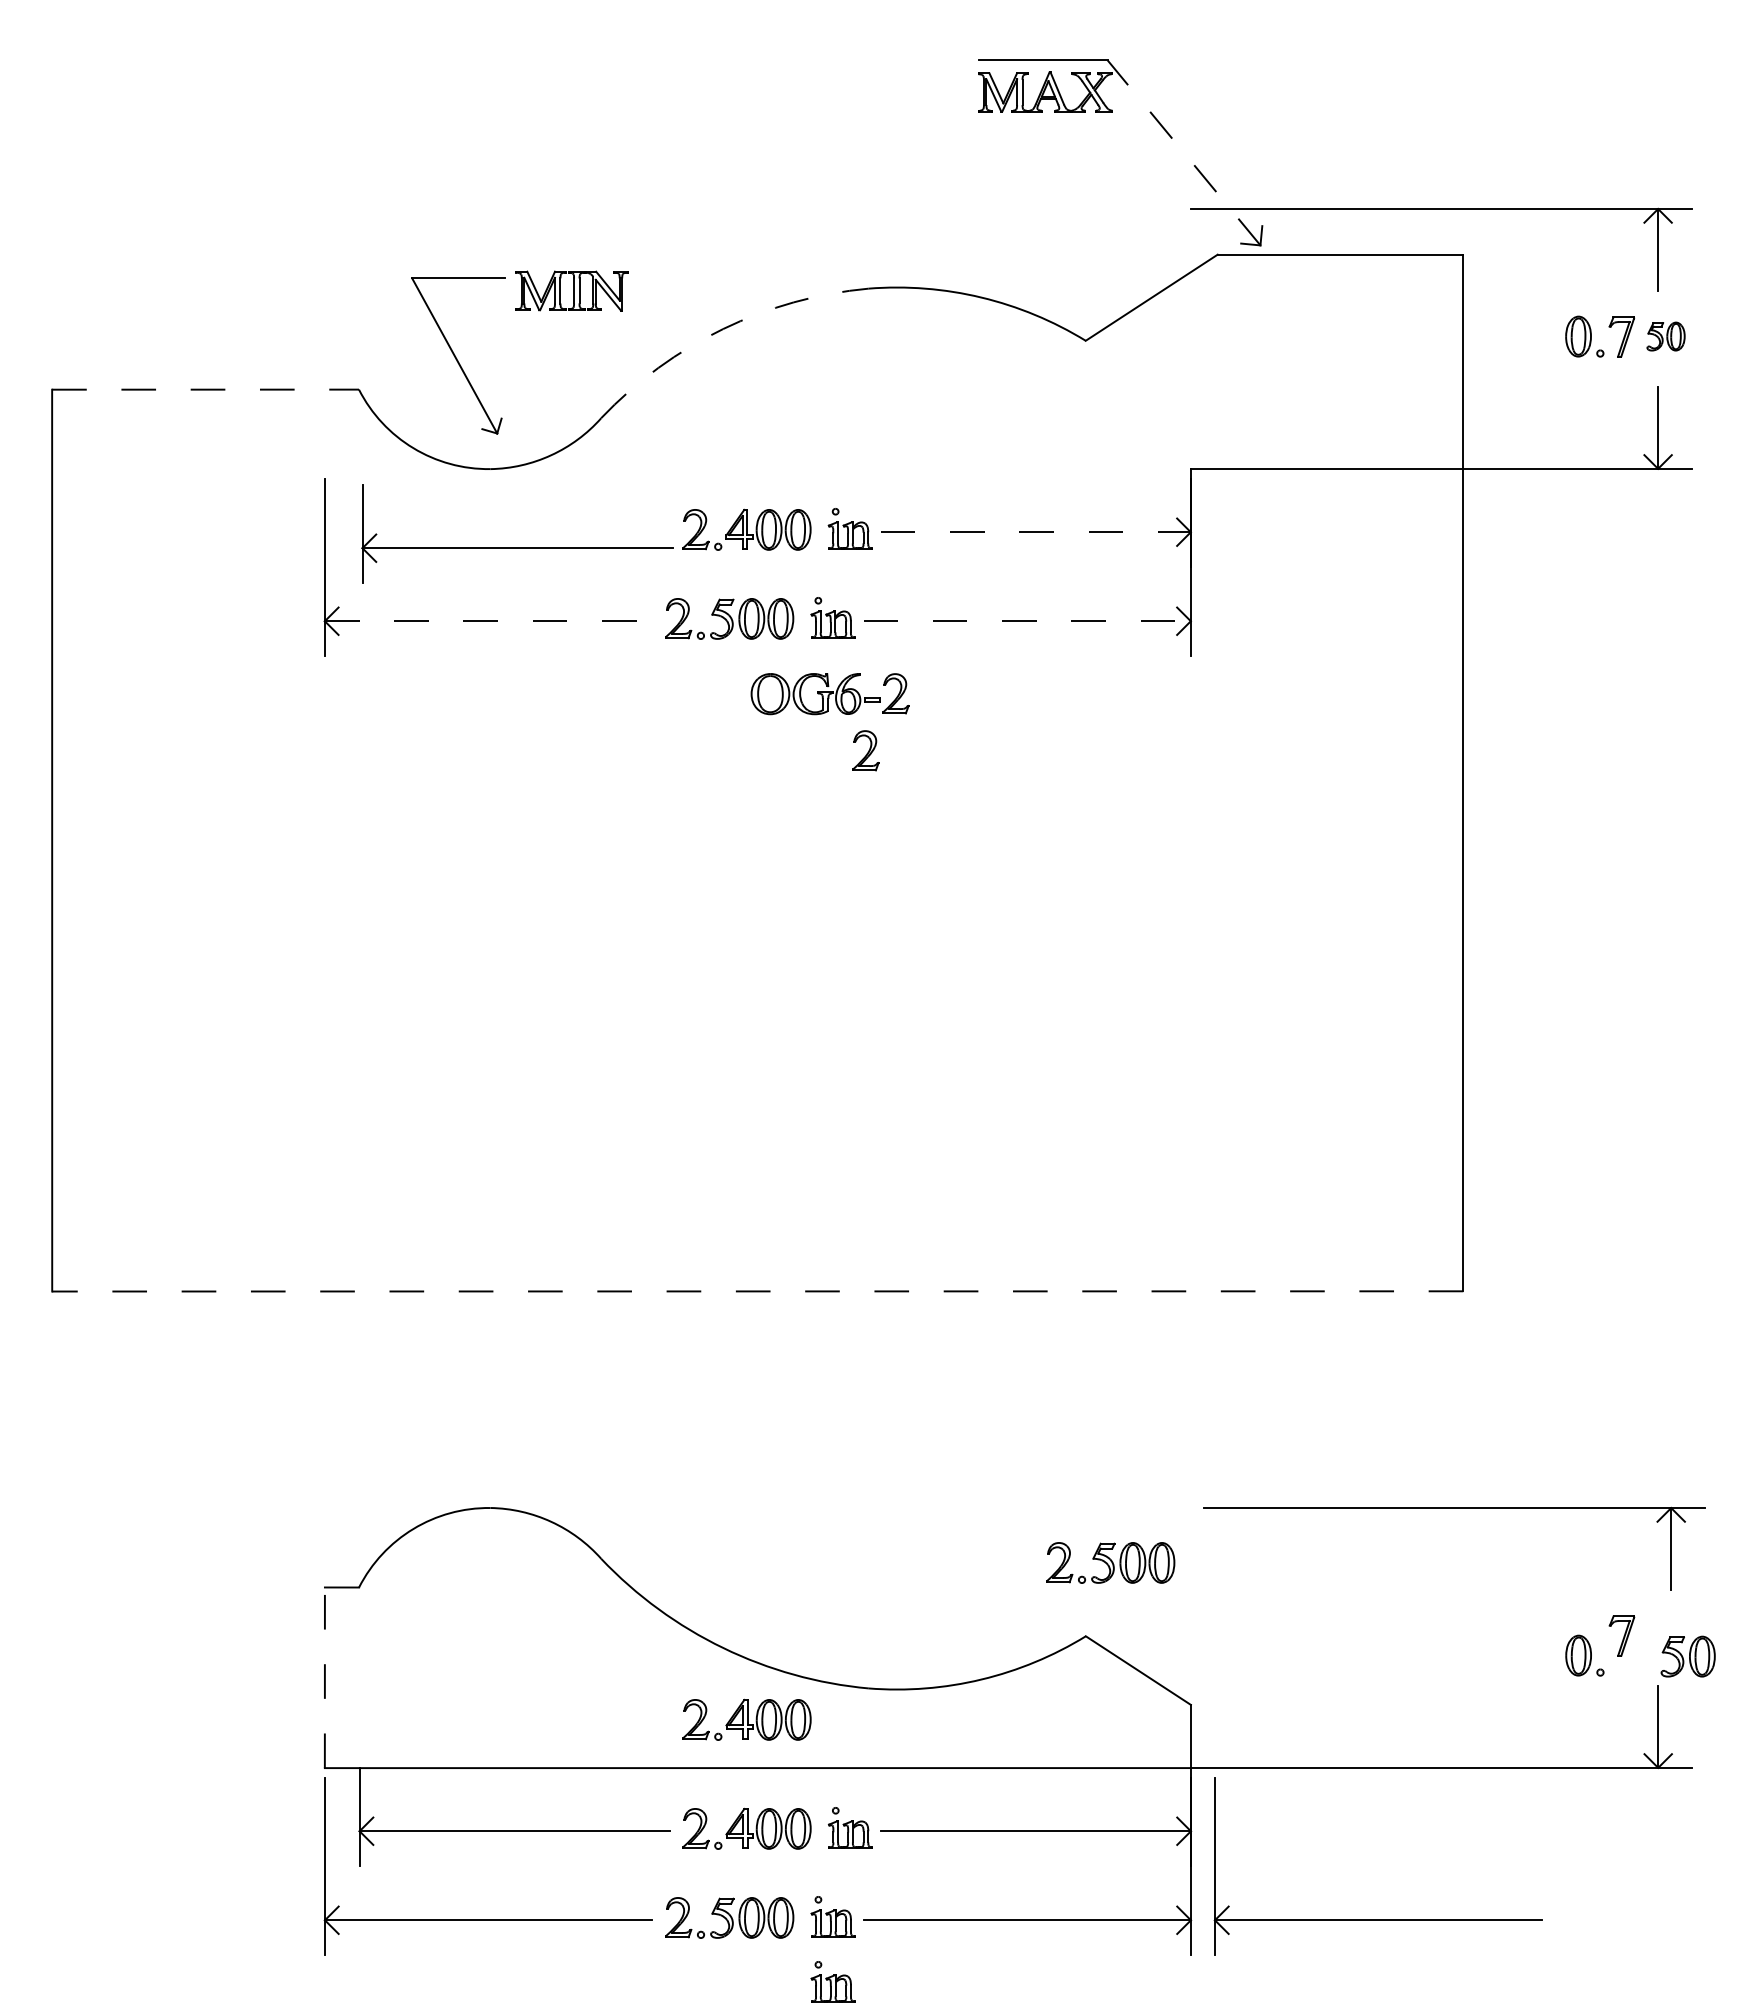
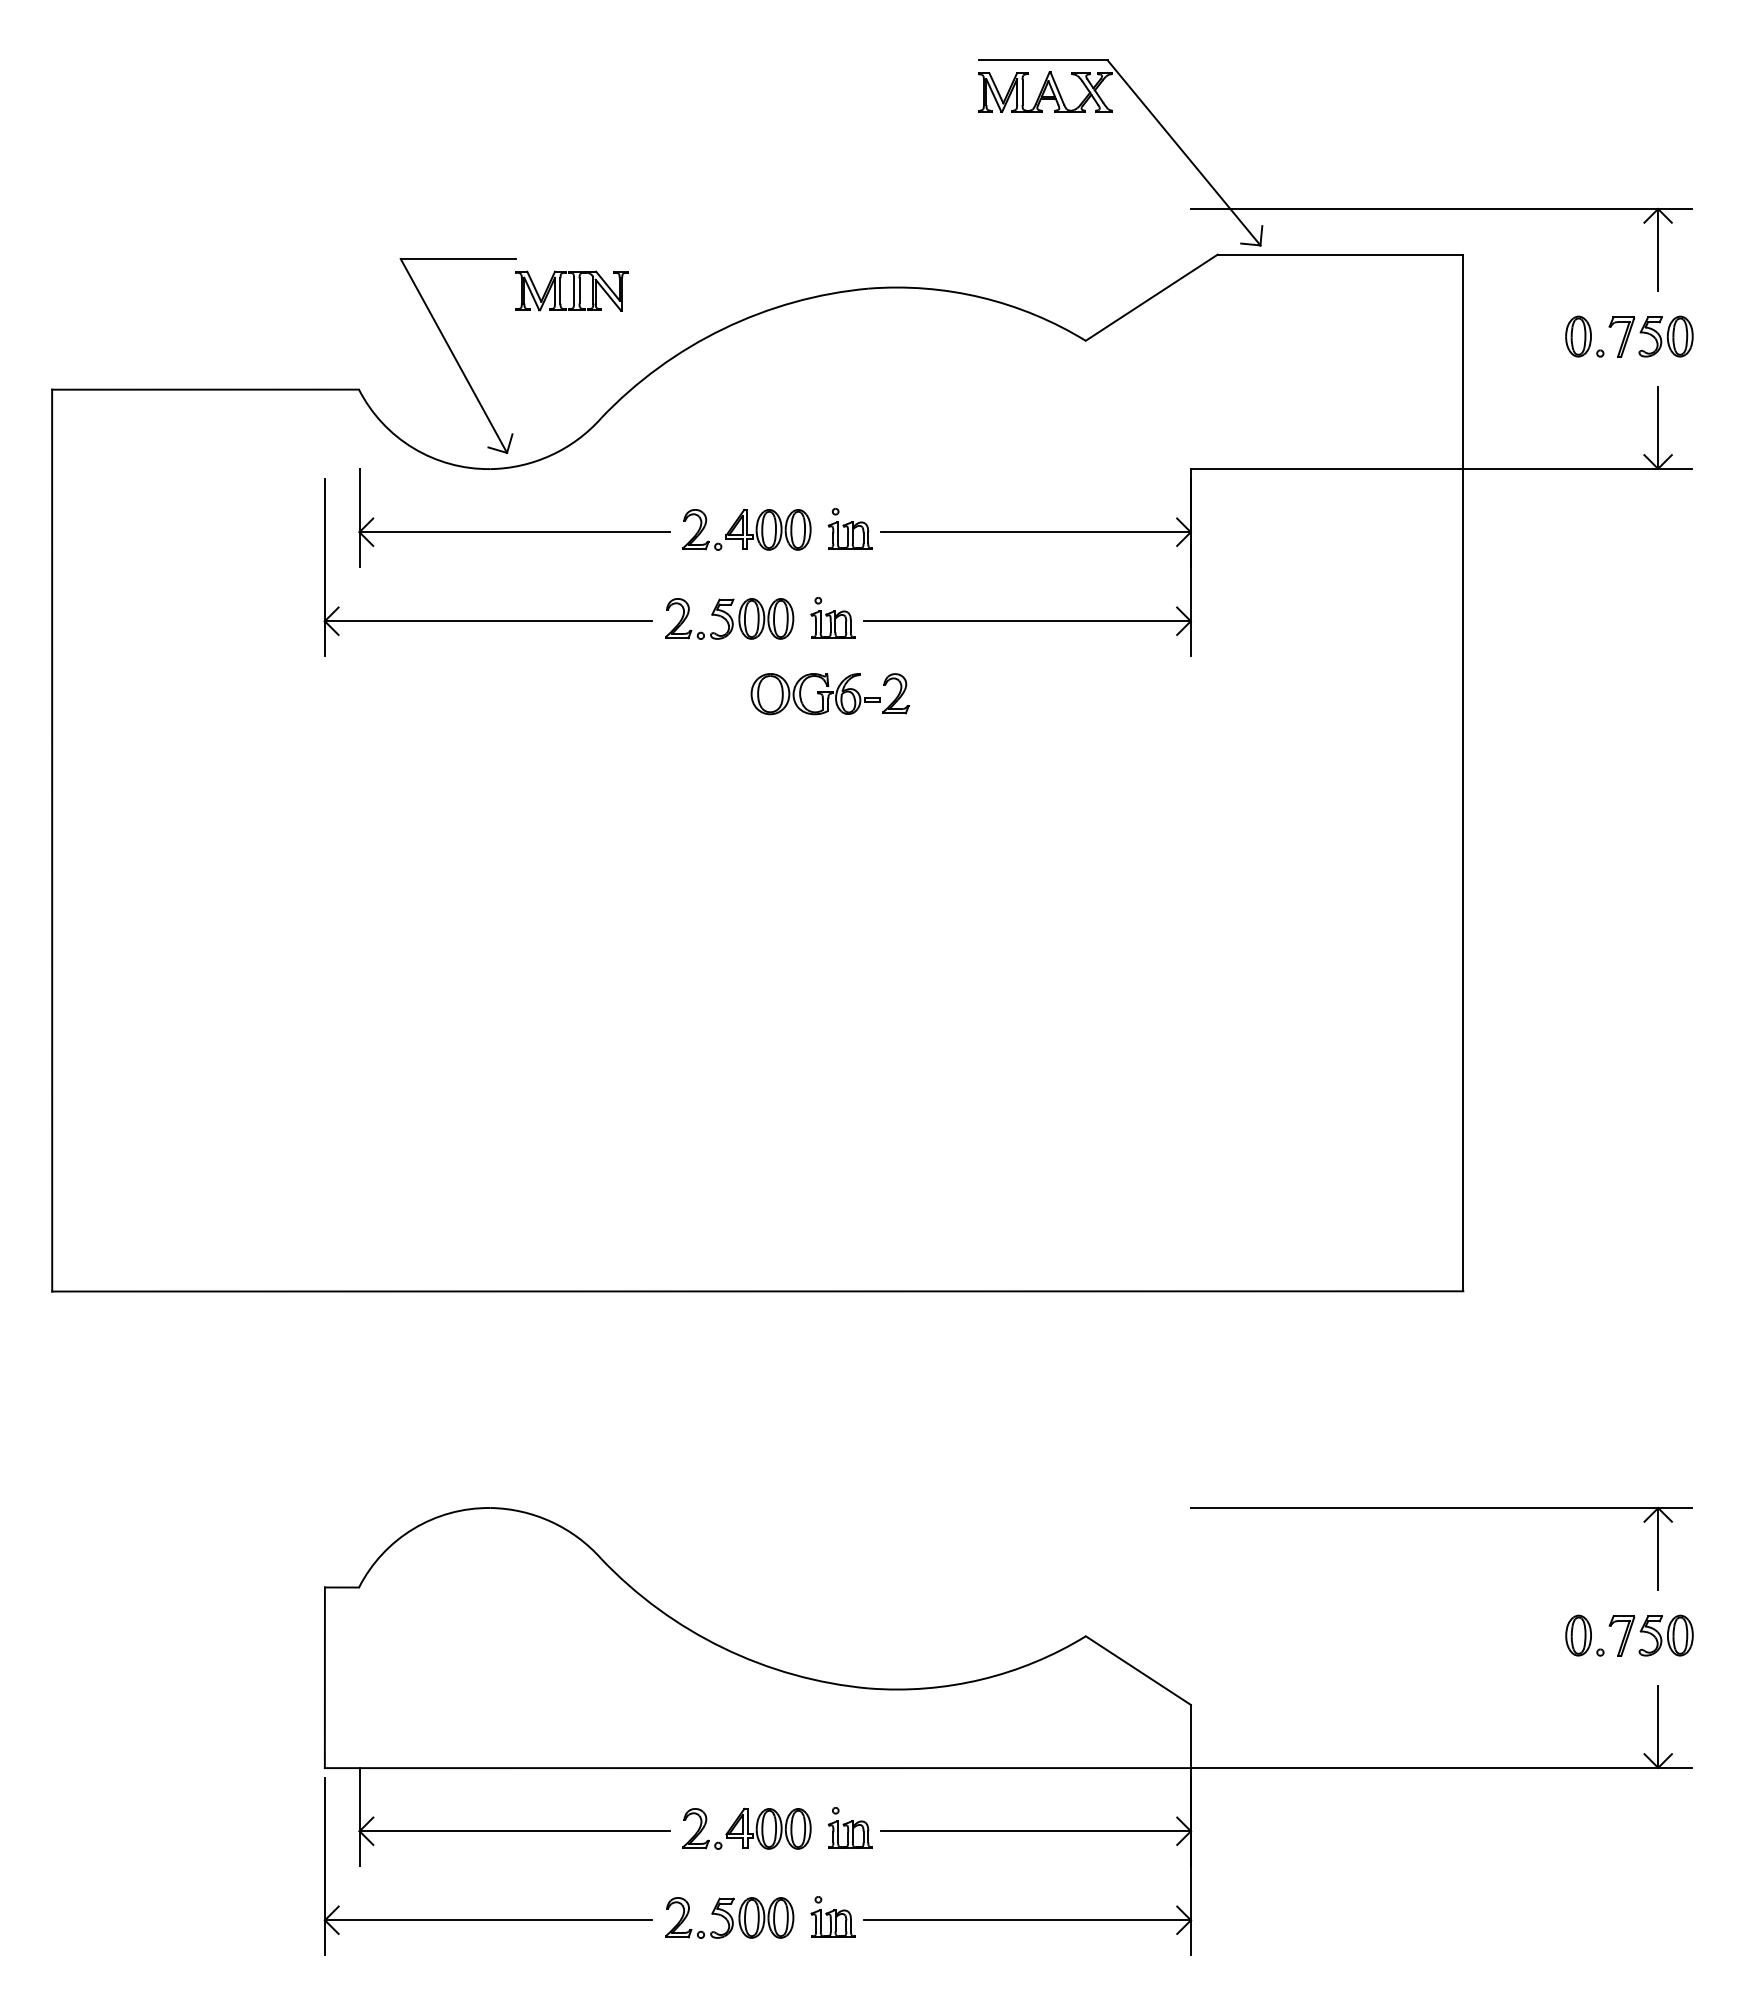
line at (1184, 152): dashed -> solid
arc at (723, 329): dashed -> solid
part at (1665, 336) size: 40x31 px -> 56x43 px
part at (458, 355) size: 95x158 px -> 118x196 px
line at (206, 389): dashed -> solid
line at (1036, 532): dashed -> solid
part at (517, 547) position: (517, 547) -> (514, 531)
line at (488, 621): dashed -> solid
line at (1027, 621): dashed -> solid
part at (865, 750): present -> none
line at (757, 1291): dashed -> solid
part at (1454, 1508) position: (1454, 1508) -> (1441, 1508)
part at (1110, 1562): present -> none
part at (1584, 1655) position: (1584, 1655) -> (1584, 1635)
part at (1687, 1656) position: (1687, 1656) -> (1665, 1635)
line at (324, 1677): dashed -> solid
part at (746, 1719): present -> none
part at (1377, 1919): present -> none
part at (832, 1981): present -> none
